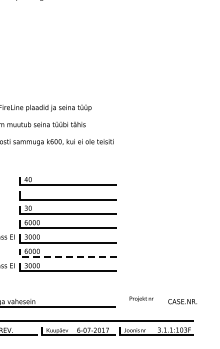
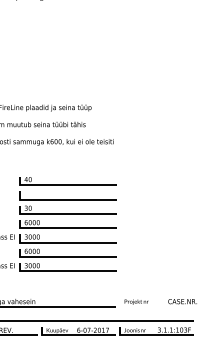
line at (63, 257): dashed -> solid
text at (141, 298) position: (141, 298) -> (136, 301)
